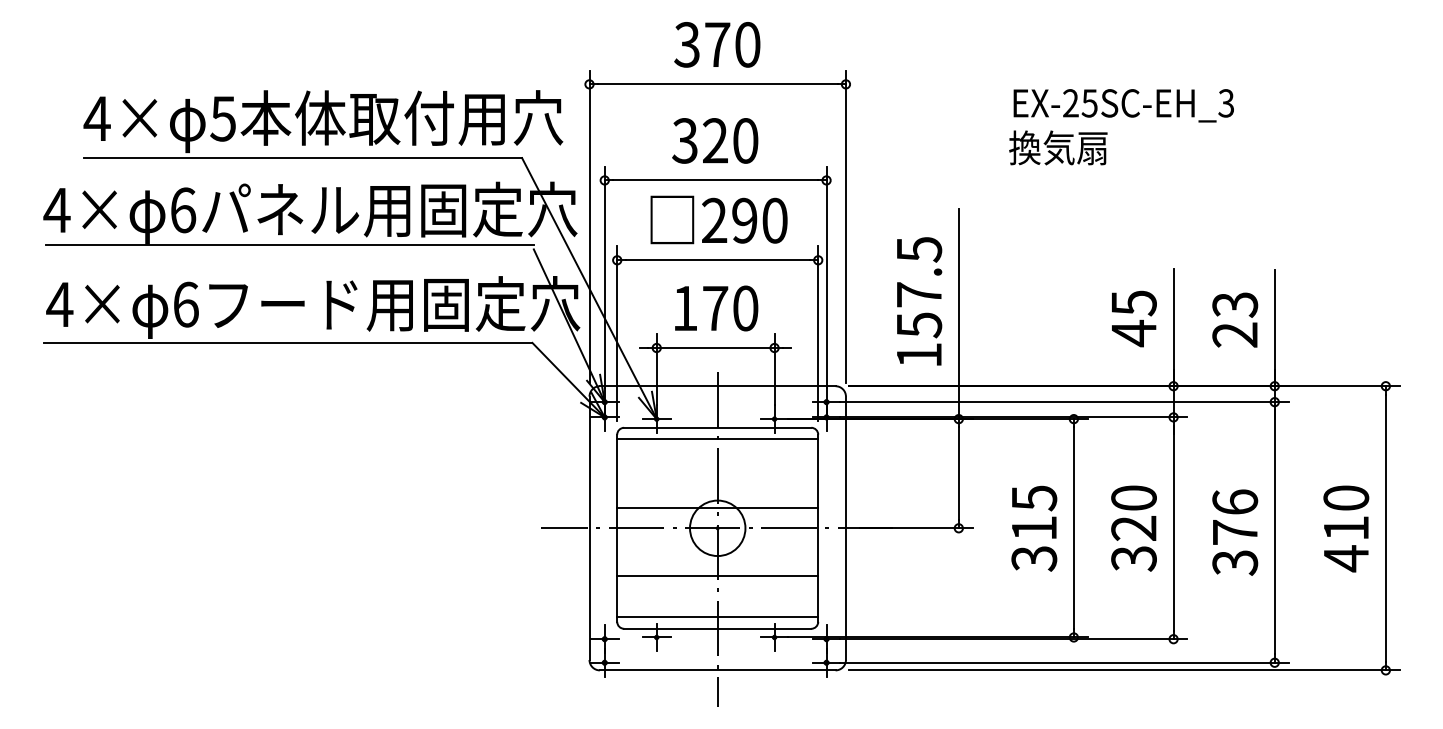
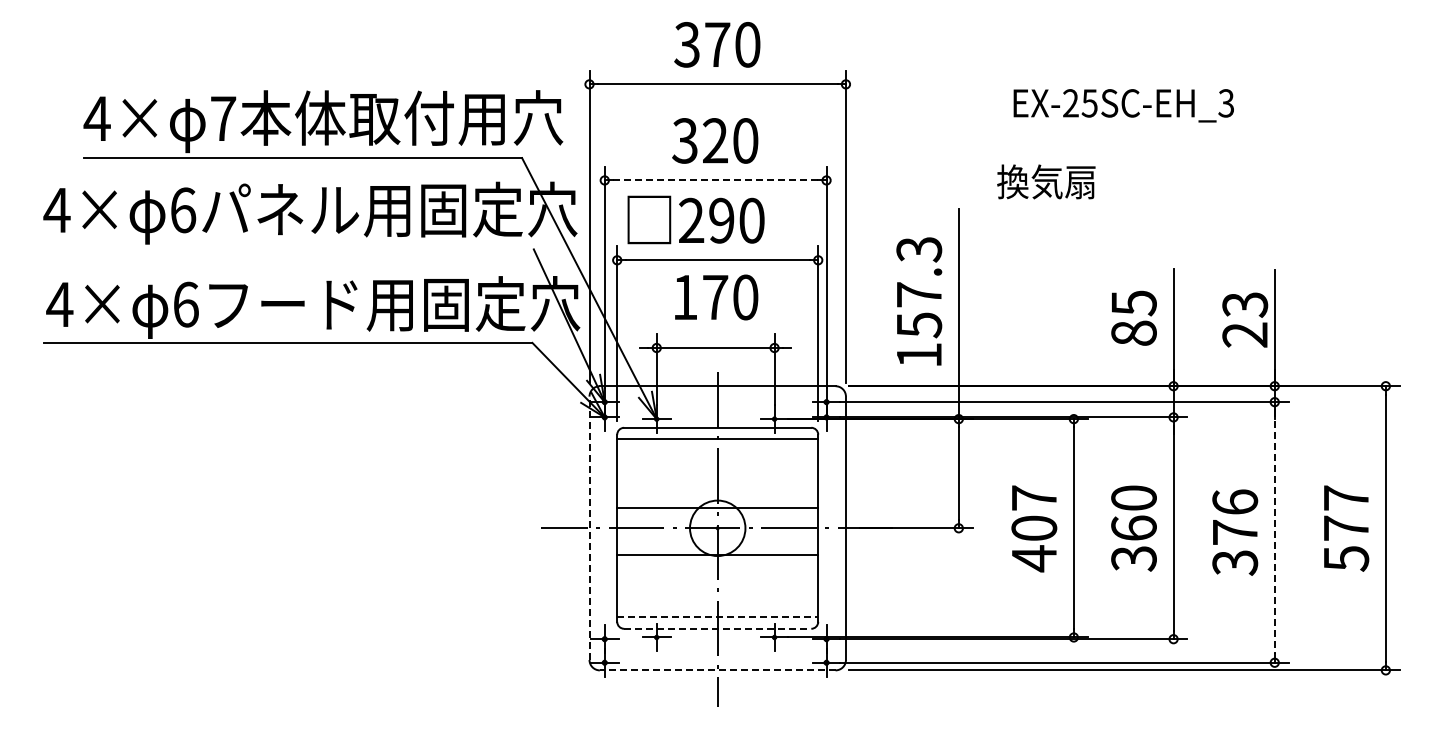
text at (223, 118): 5 -> 7
text at (1058, 147) position: (1058, 147) -> (1046, 181)
line at (715, 180): solid -> dashed
text at (718, 219) position: (718, 219) -> (695, 219)
line at (289, 245): present -> none
text at (918, 249): 157.5 -> 157.3
text at (716, 308) position: (716, 308) -> (716, 297)
text at (1235, 319) position: (1235, 319) -> (1245, 319)
text at (1133, 333): 45 -> 85
text at (1133, 527): 320 -> 360
line at (589, 528): solid -> dashed
text at (1034, 528): 315 -> 407
text at (1346, 528): 410 -> 577
line at (1274, 532): solid -> dashed
line at (717, 575) position: (717, 575) -> (717, 554)
line at (717, 617): solid -> dashed
line at (717, 628): solid -> dashed
line at (717, 670): solid -> dashed
